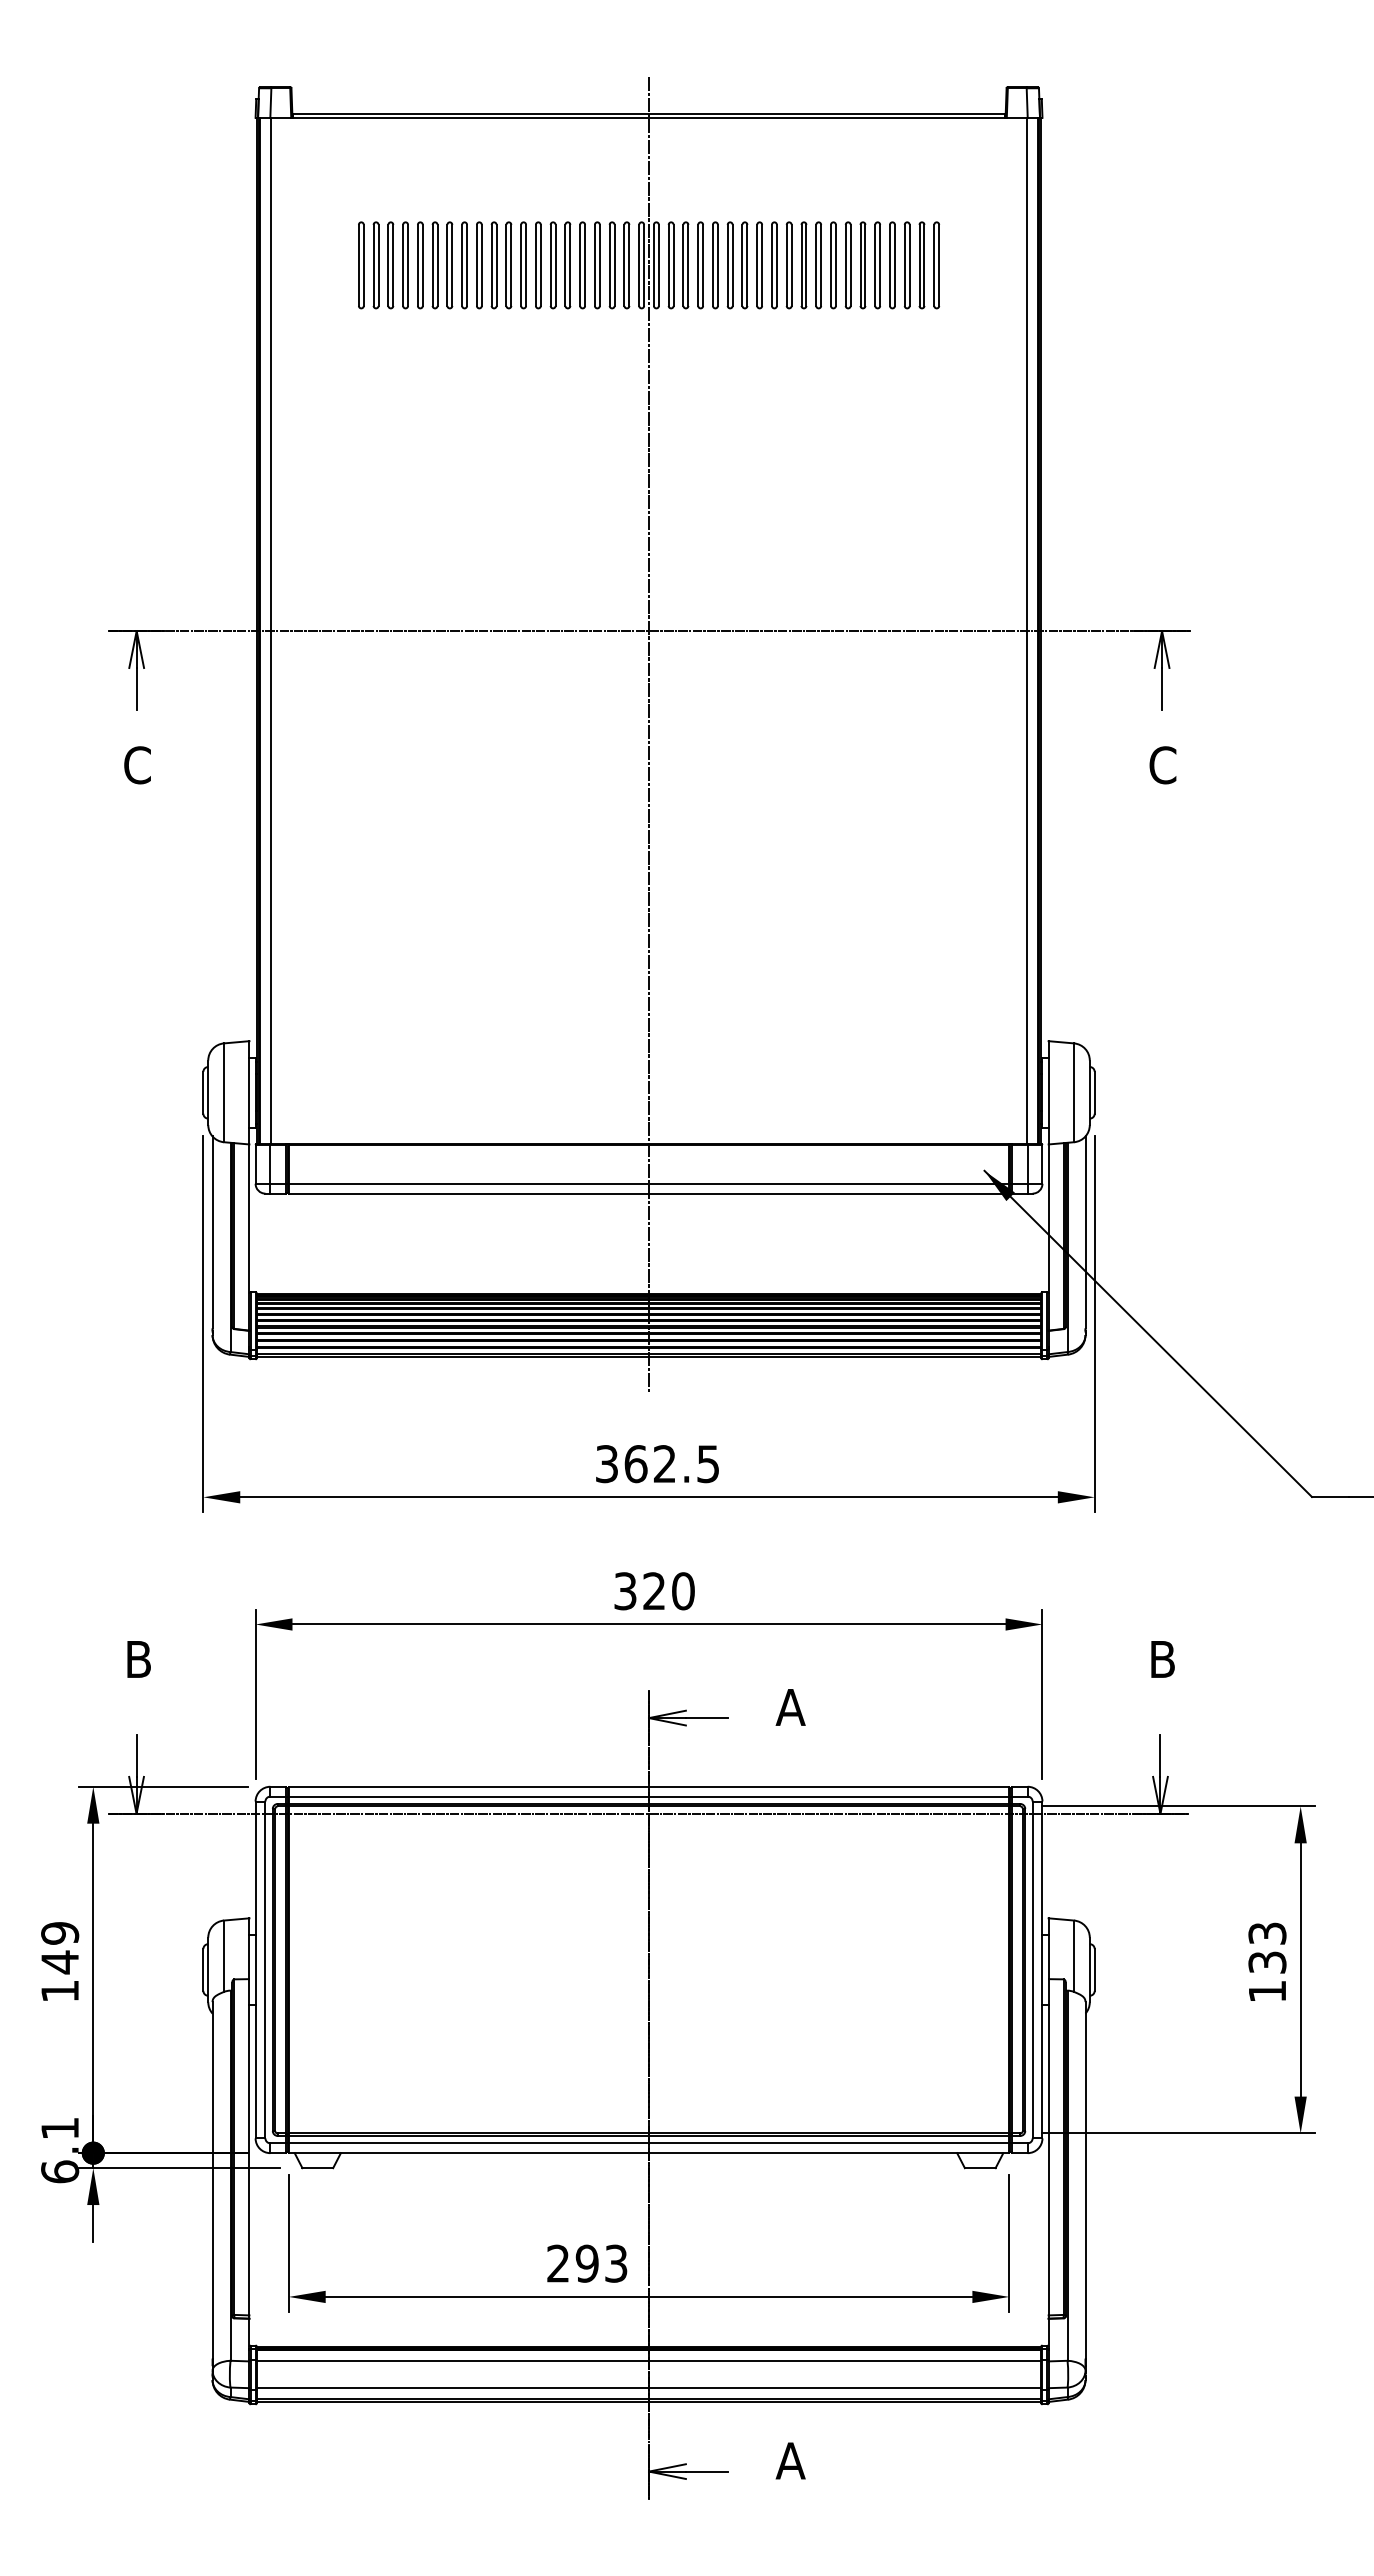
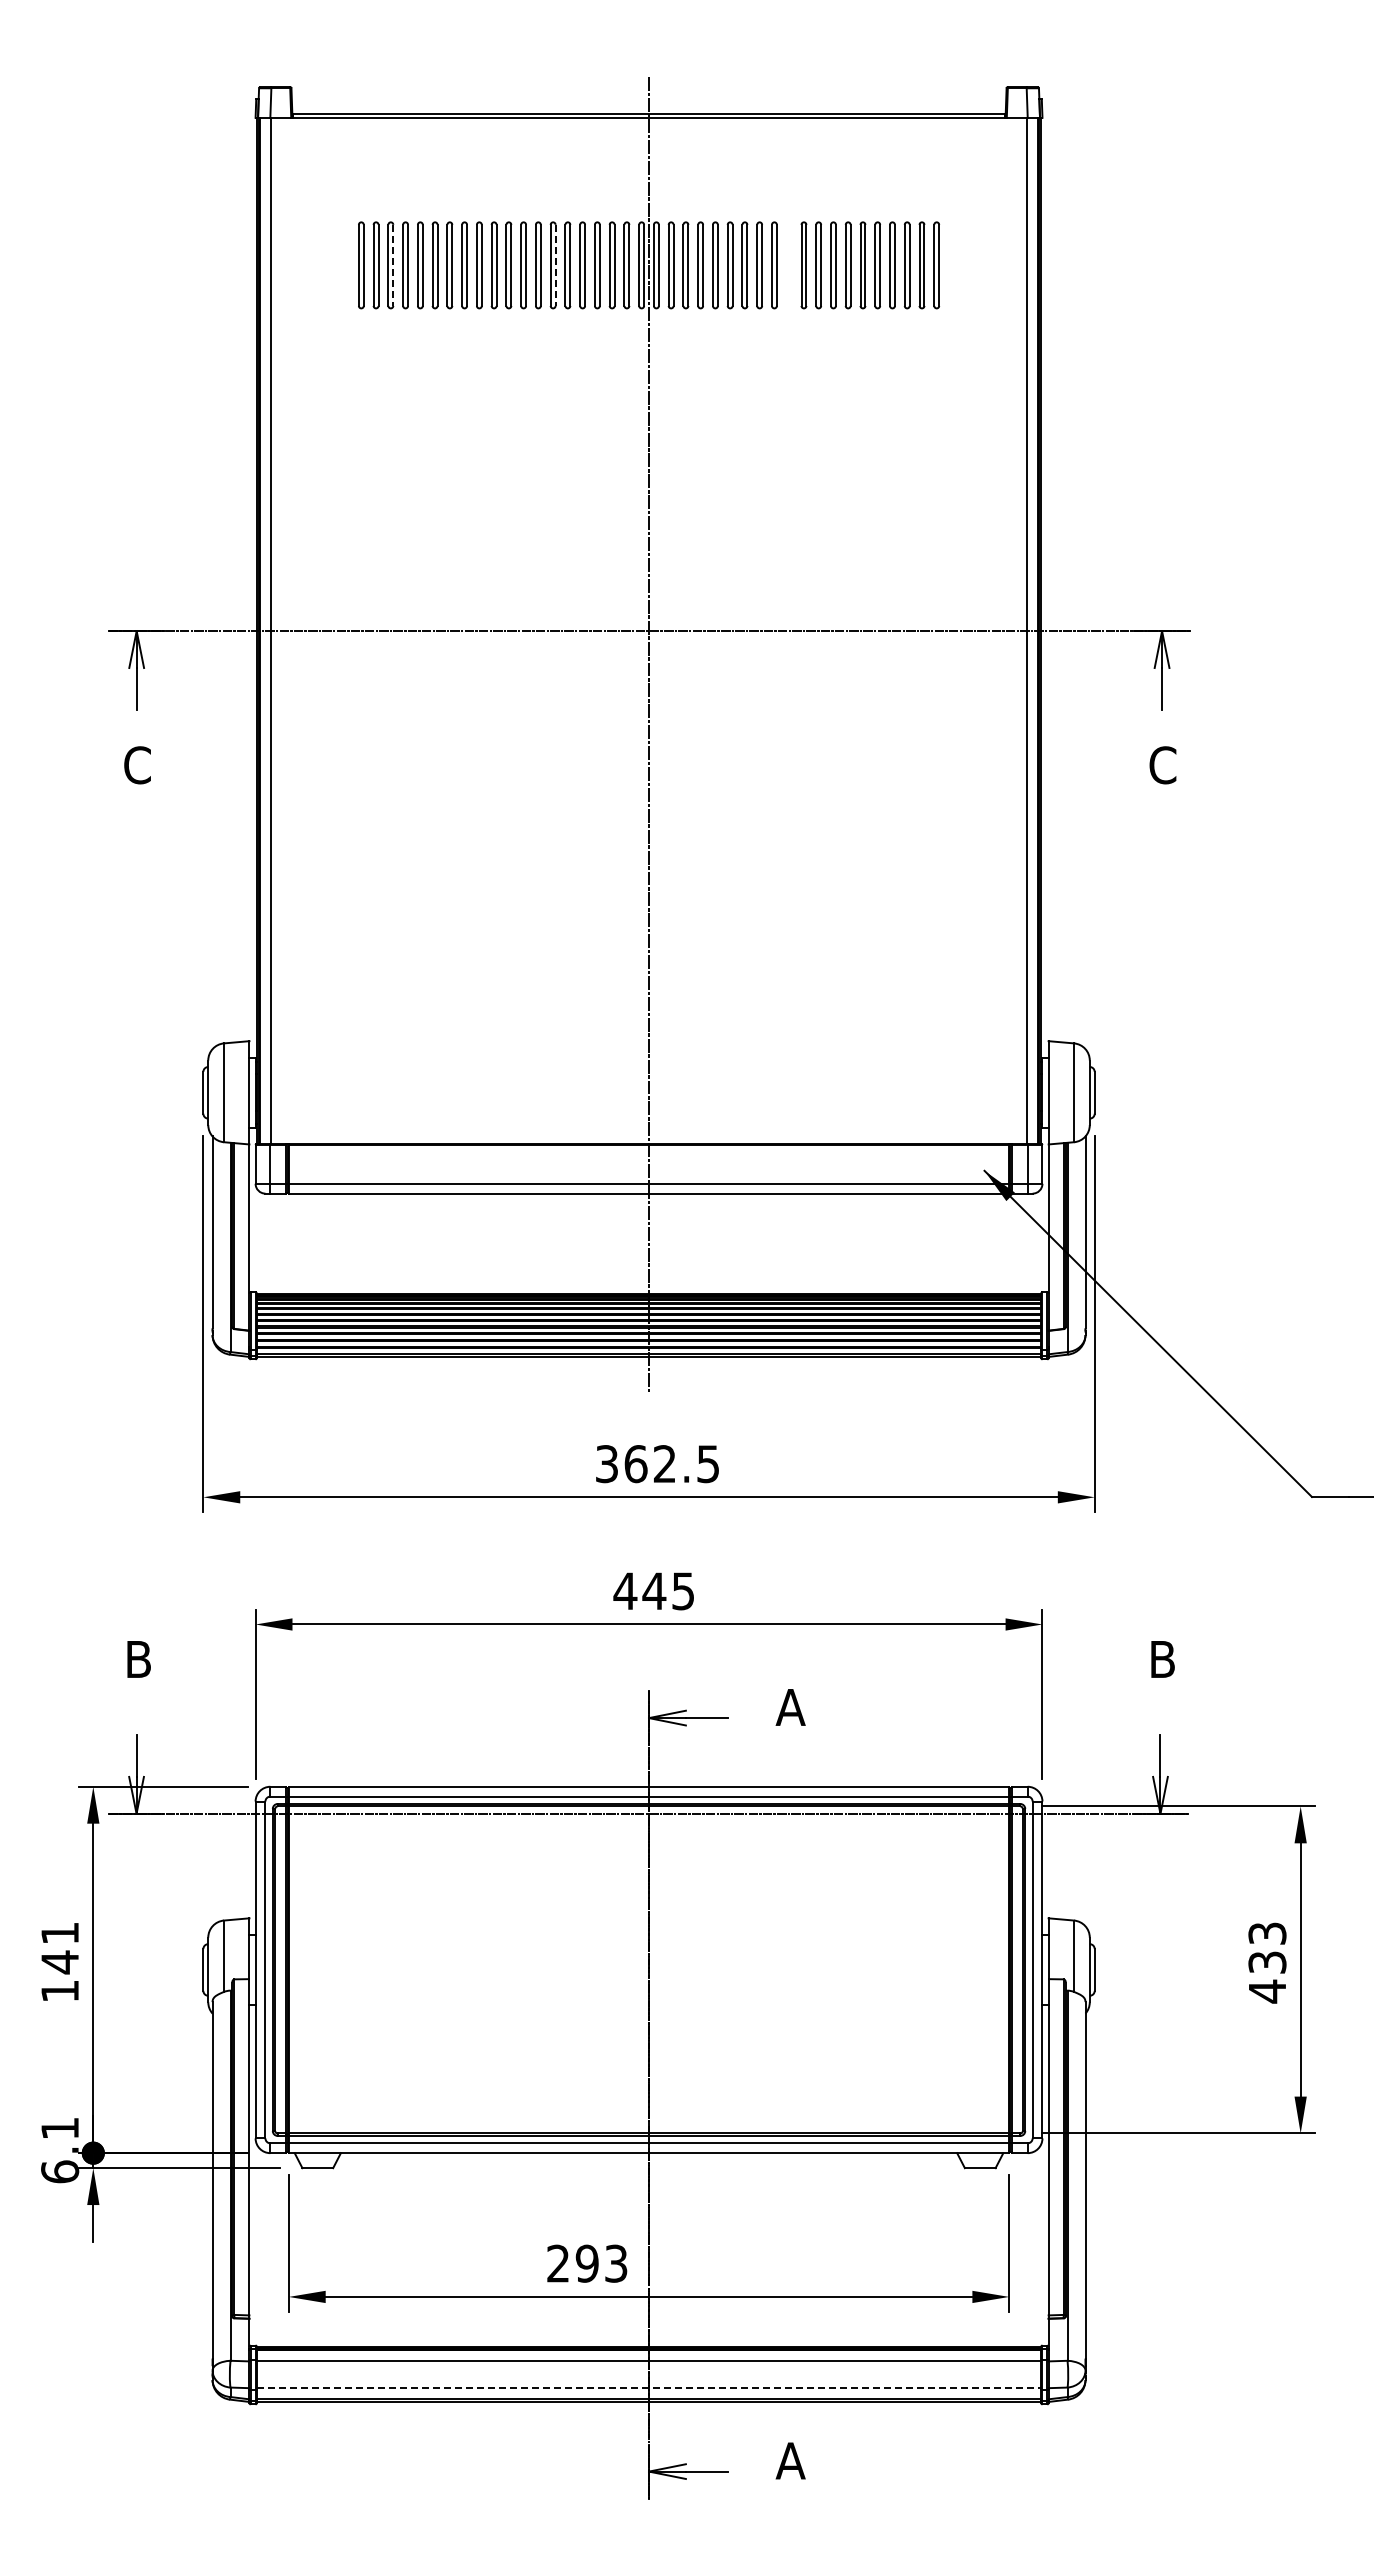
line at (393, 265): solid -> dashed
line at (555, 265): solid -> dashed
part at (788, 265): present -> none
text at (653, 1591): 320 -> 445
text at (60, 1933): 149 -> 141
text at (1267, 1991): 133 -> 433
line at (649, 2388): solid -> dashed
